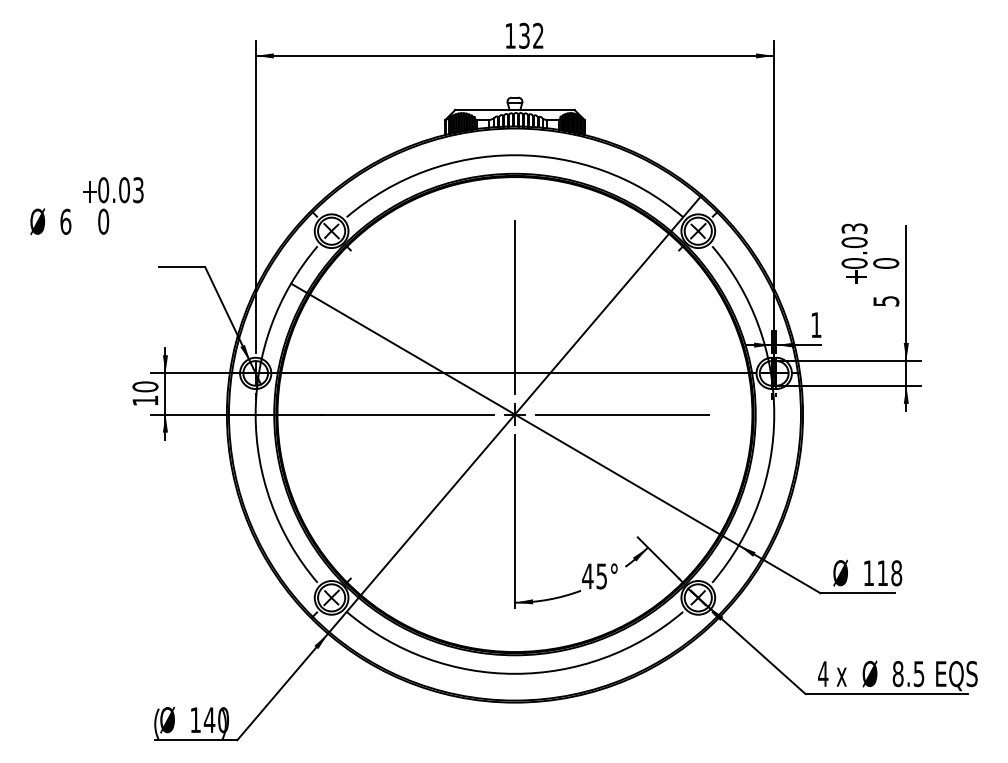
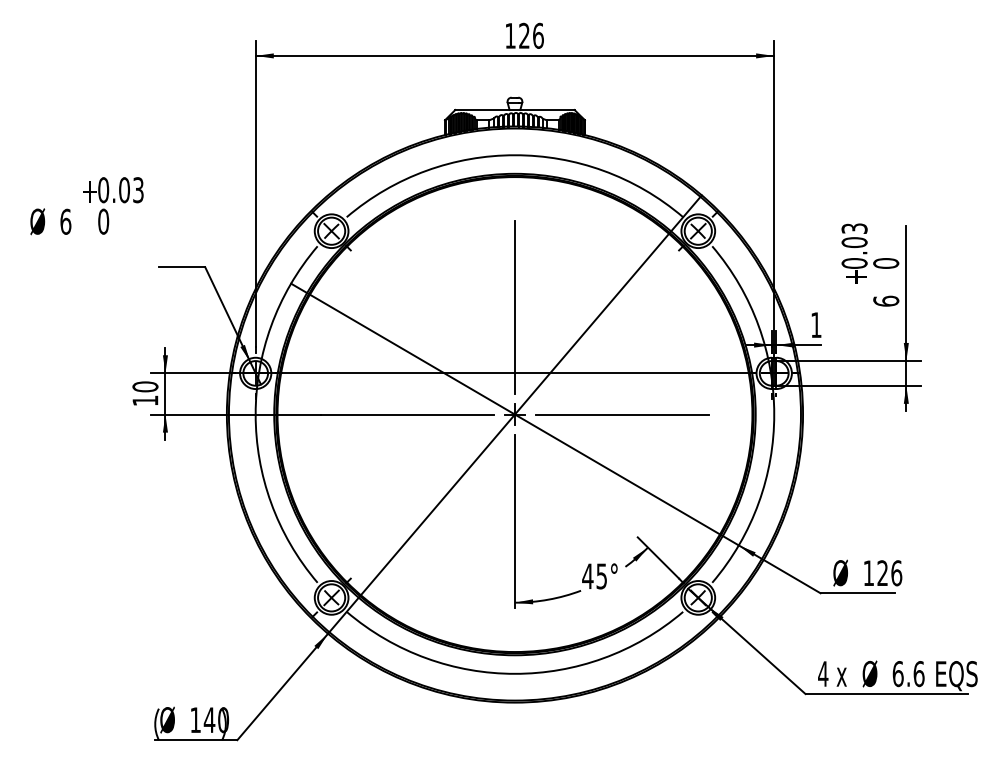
text at (531, 35): 132 -> 126
text at (886, 300): 5 -> 6
text at (889, 573): 118 -> 126
text at (908, 674): 8.5 -> 6.6
